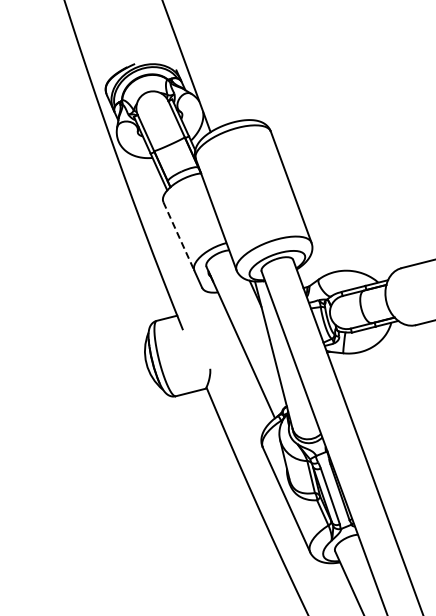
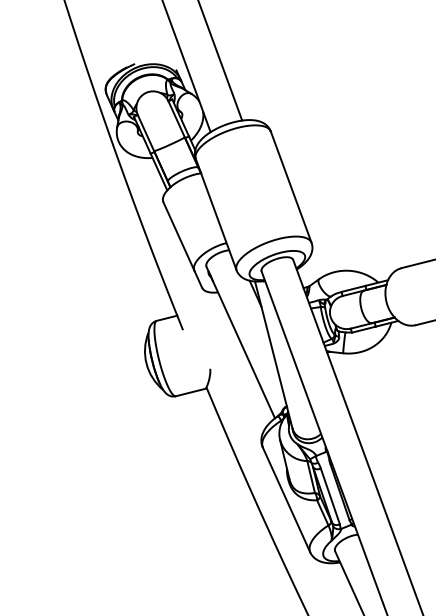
line at (220, 61): none -> present
line at (178, 236): dashed -> solid
